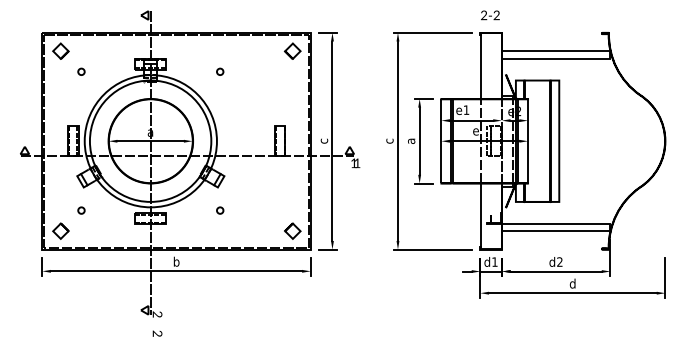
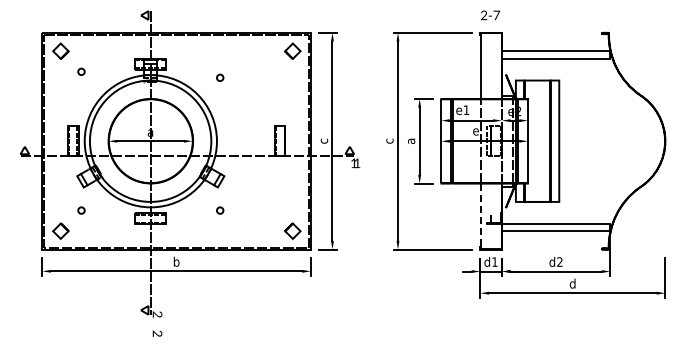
text at (496, 15): 2-2 -> 2-7
circle at (220, 71) position: (220, 71) -> (220, 77)
line at (480, 215): solid -> dashed
